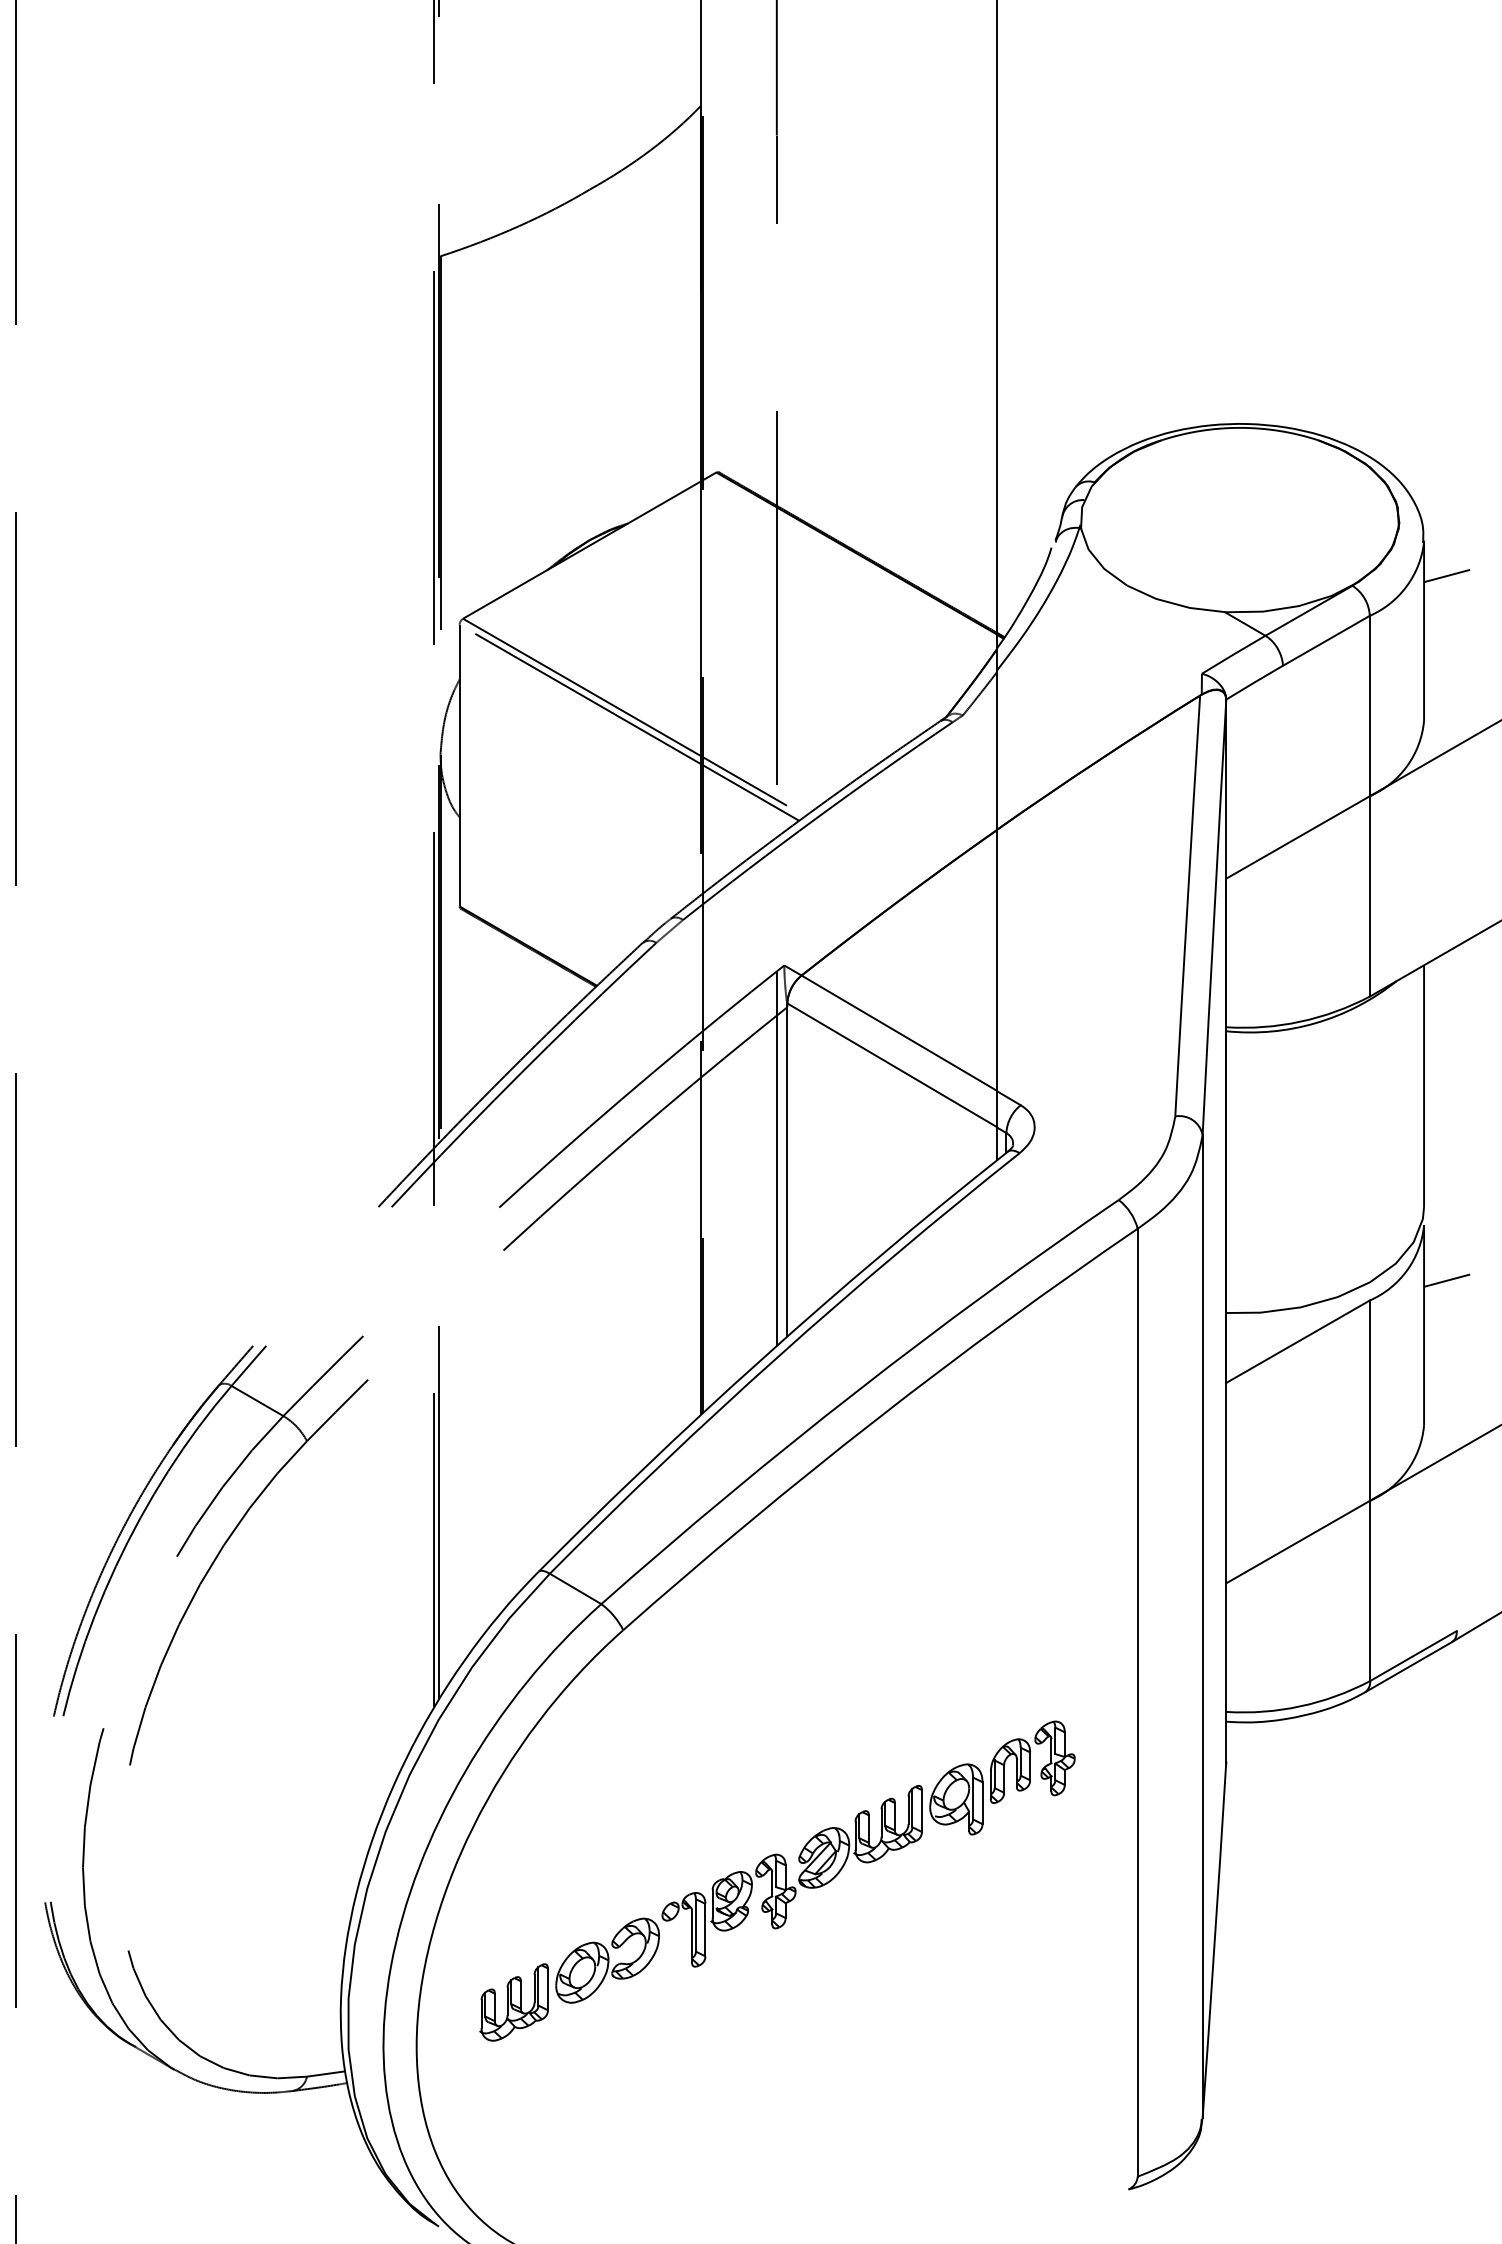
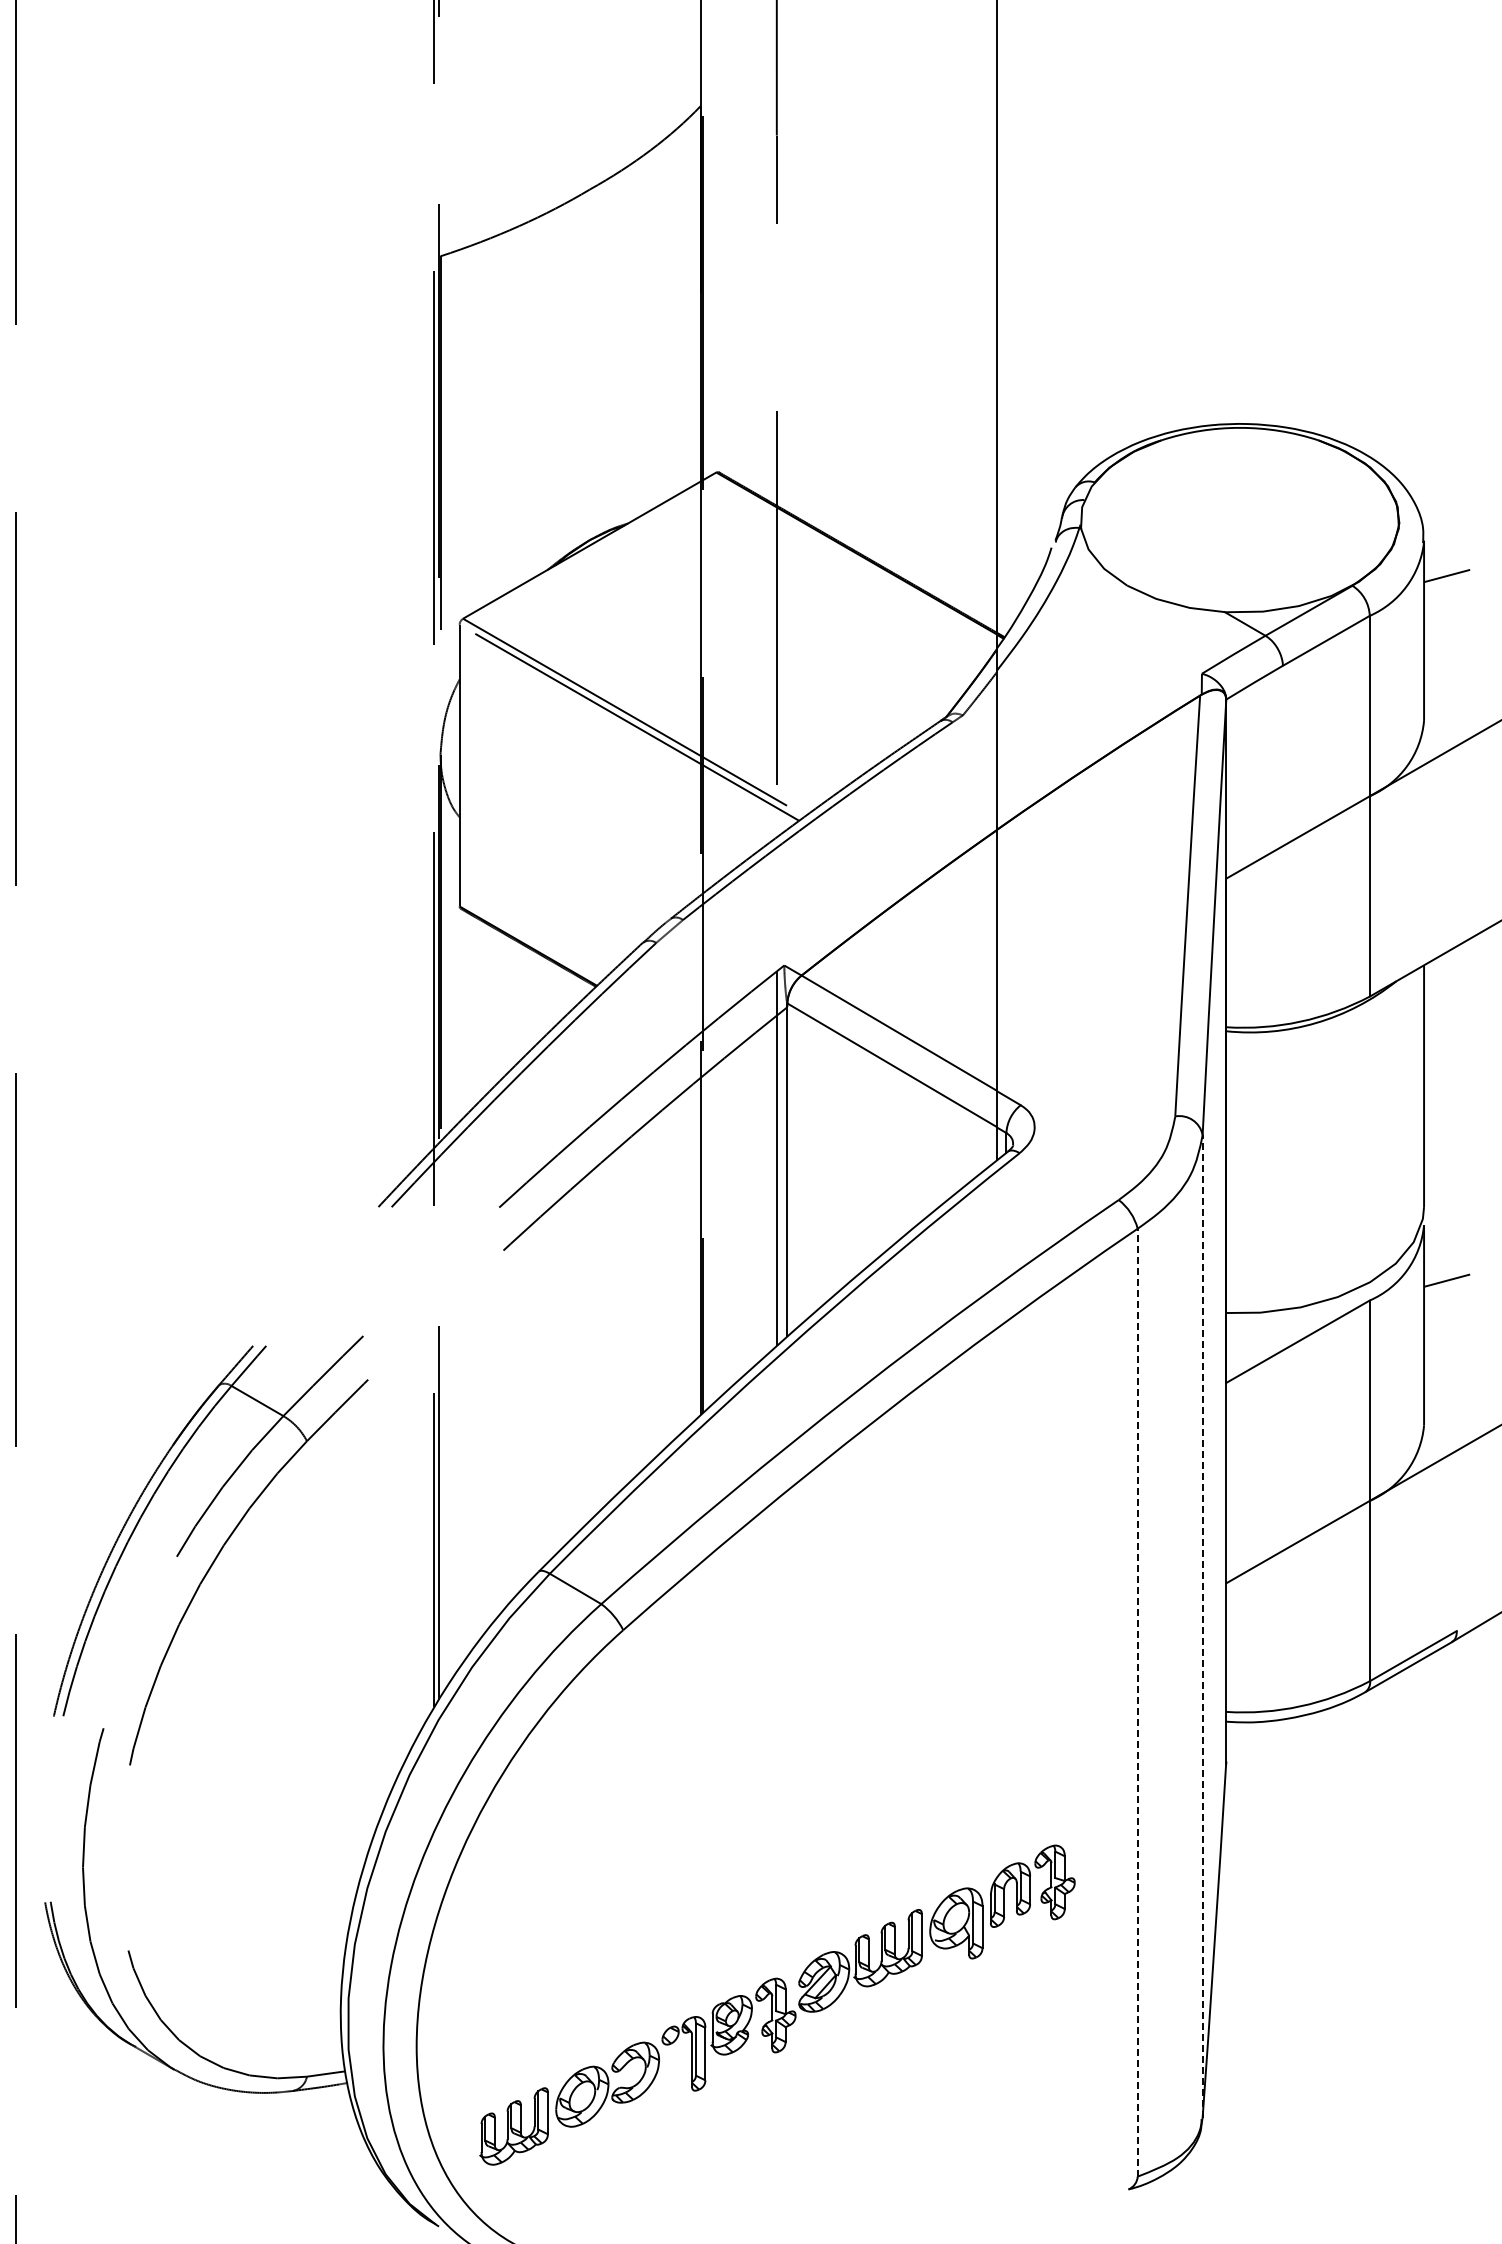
line at (1202, 1626): solid -> dashed
line at (1137, 1702): solid -> dashed
part at (777, 1880) position: (777, 1880) -> (777, 2004)
